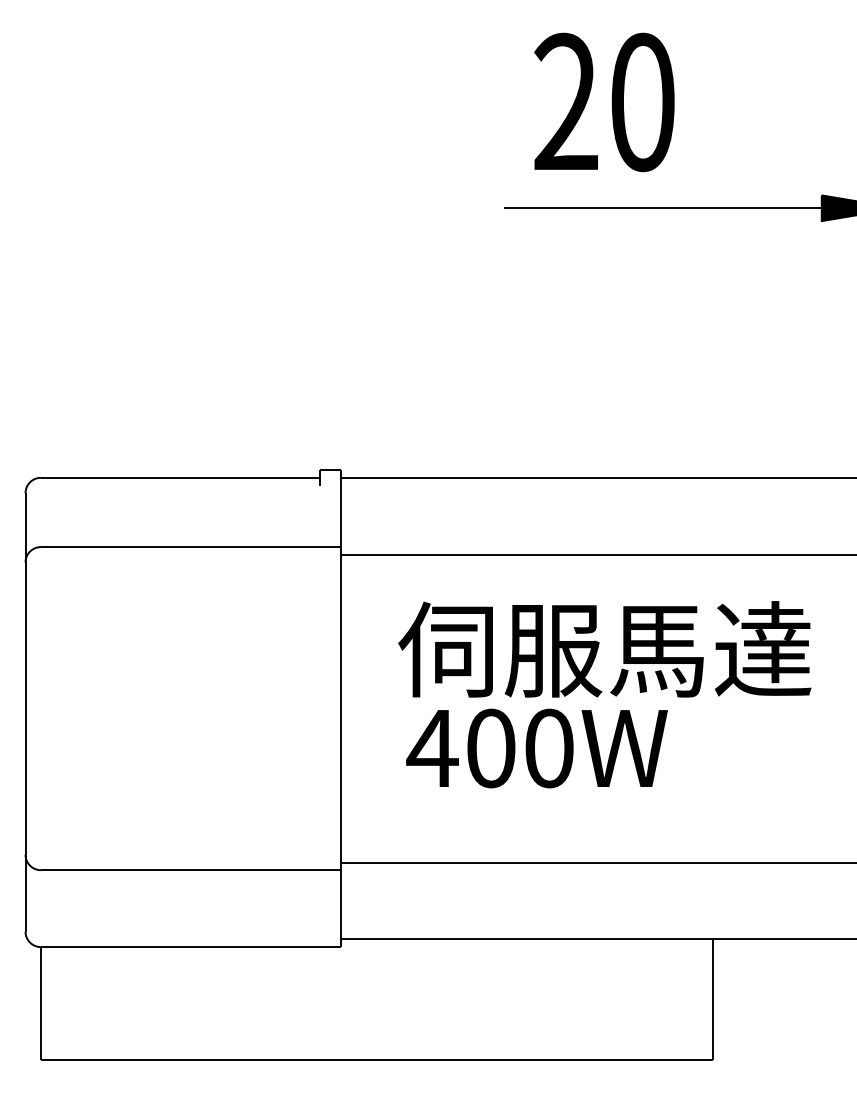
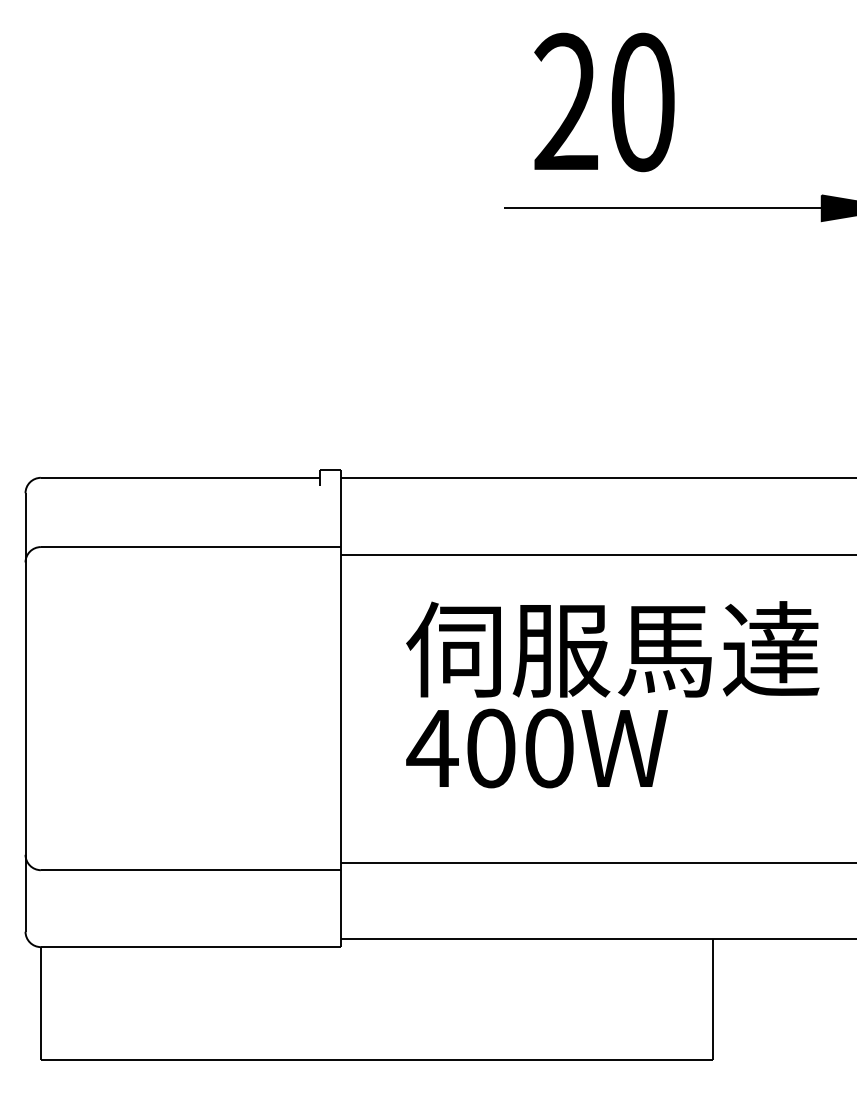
text at (604, 649) position: (604, 649) -> (612, 649)
